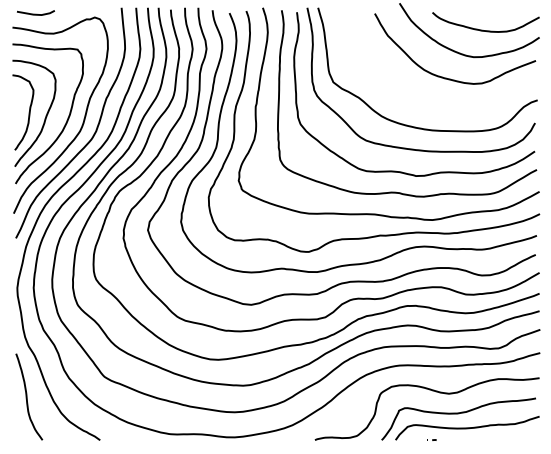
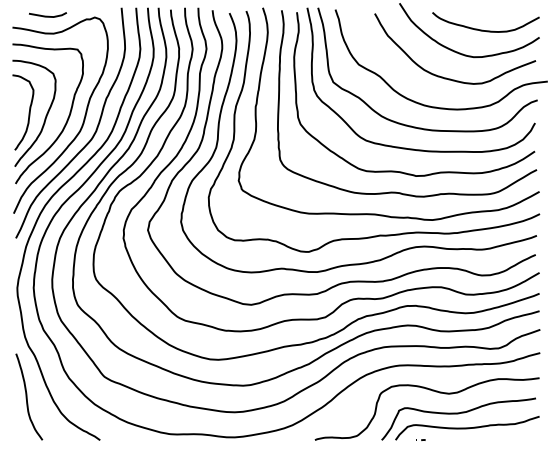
line at (35, 13) position: (35, 13) -> (47, 15)
curve at (430, 105): none -> present
part at (431, 439) position: (431, 439) -> (420, 439)
